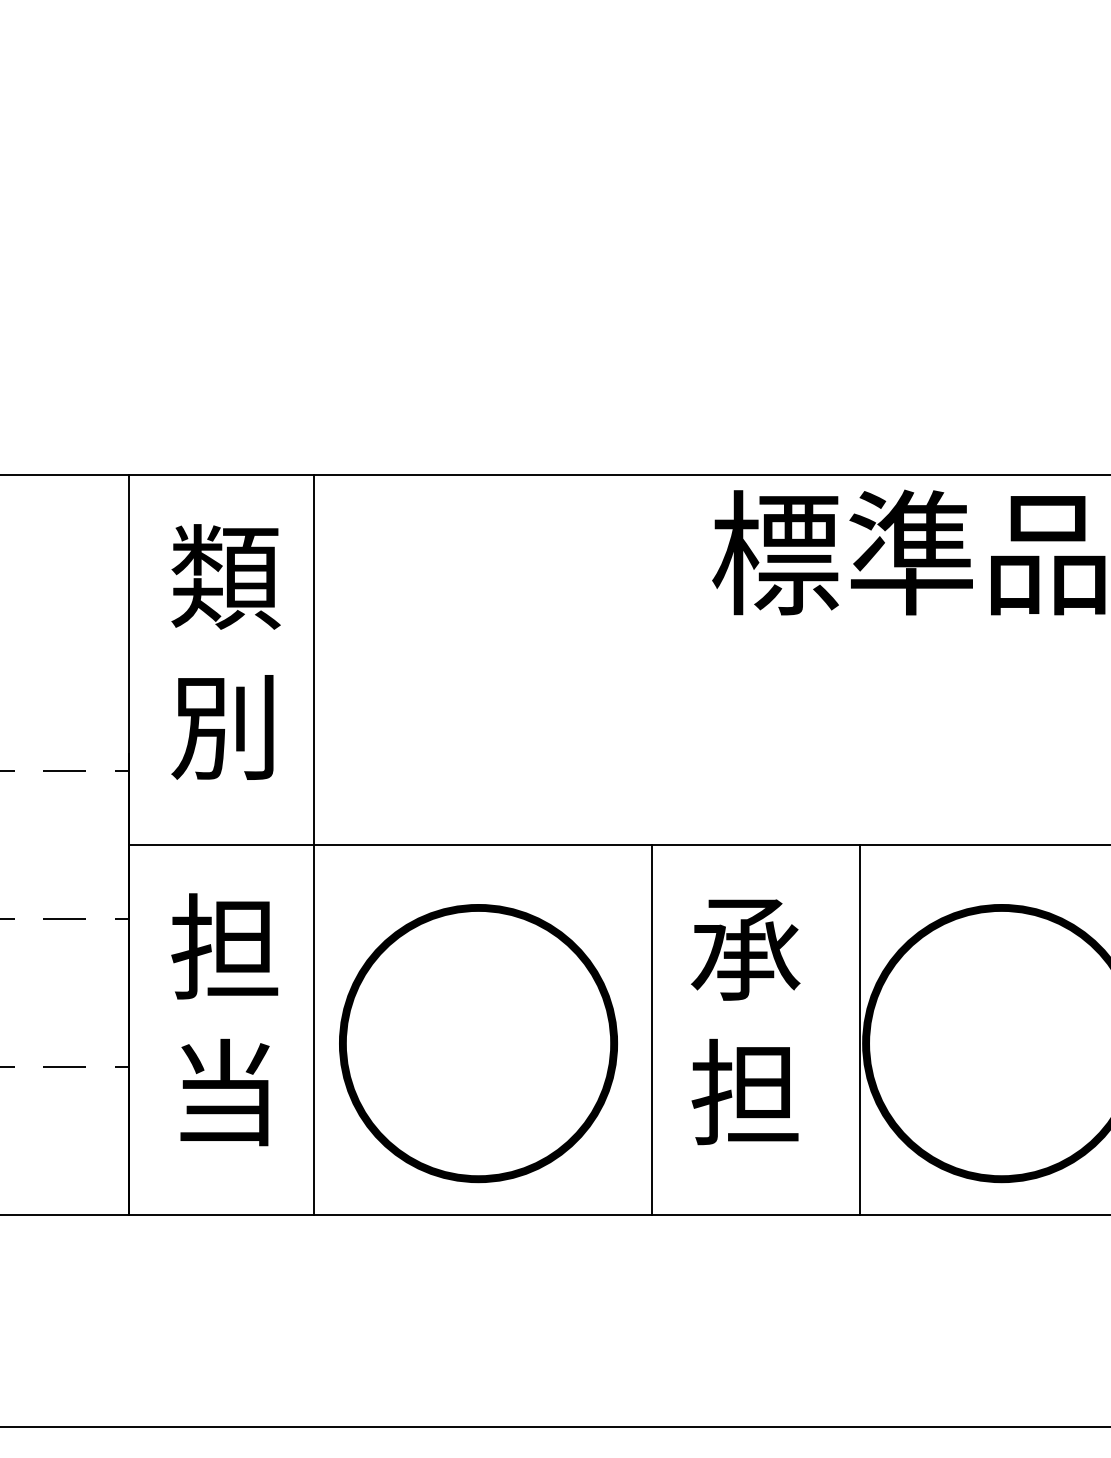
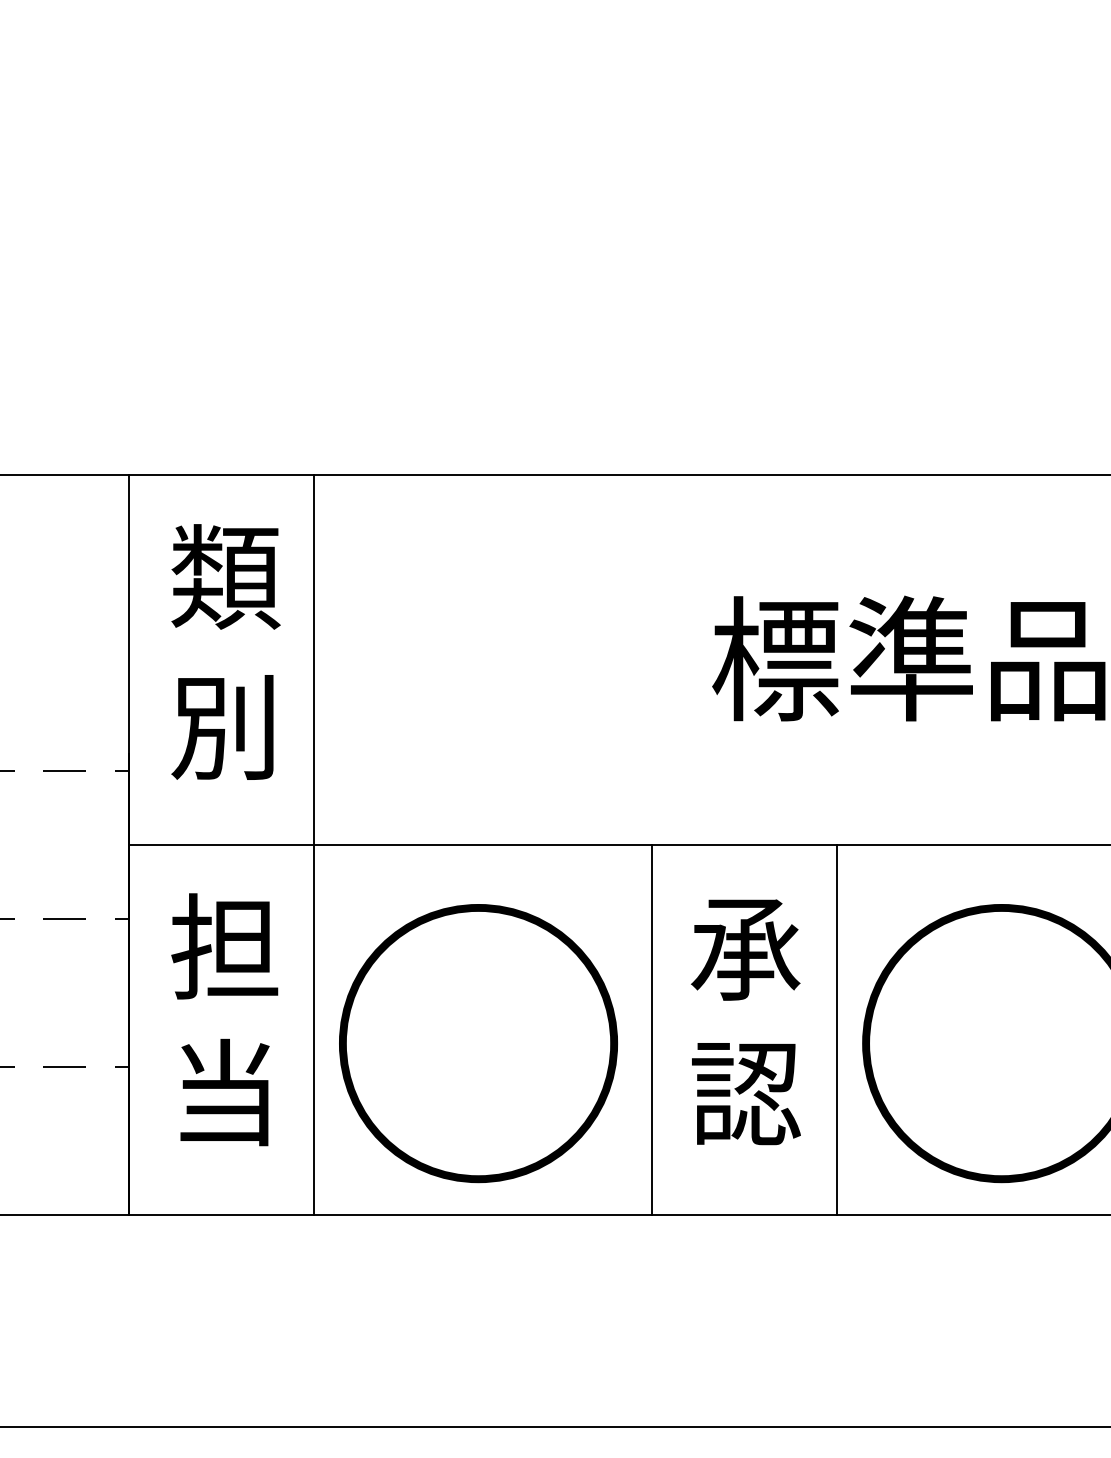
text at (908, 552) position: (908, 552) -> (908, 658)
line at (860, 1029) position: (860, 1029) -> (837, 1029)
text at (745, 1091): 担 -> 認
